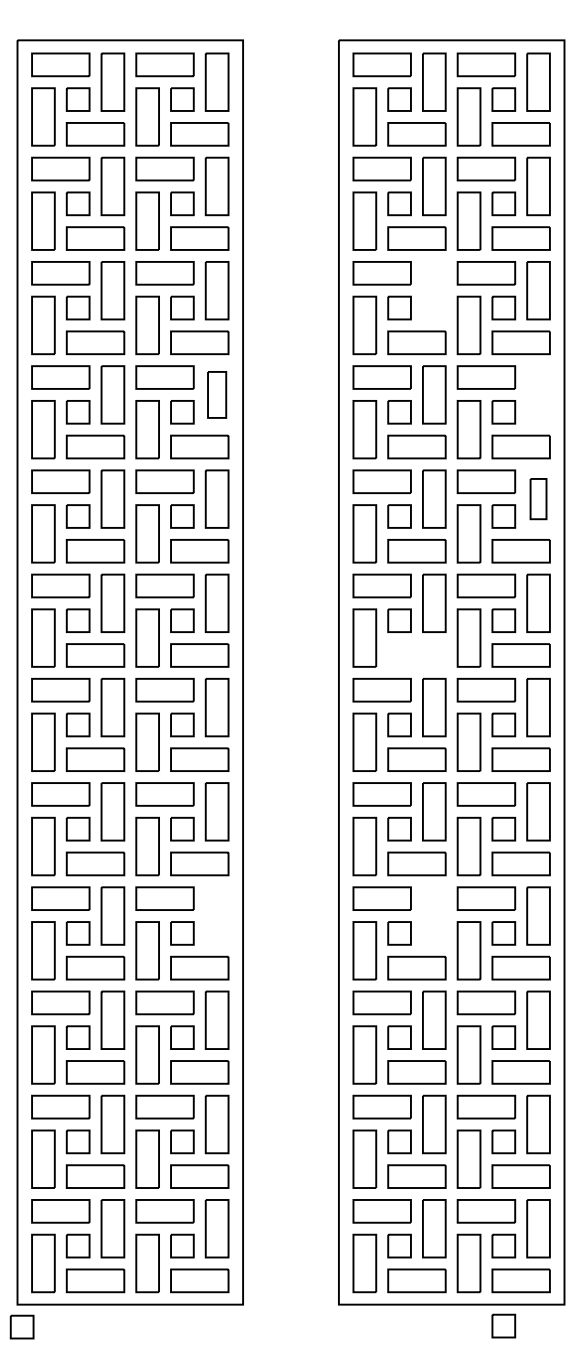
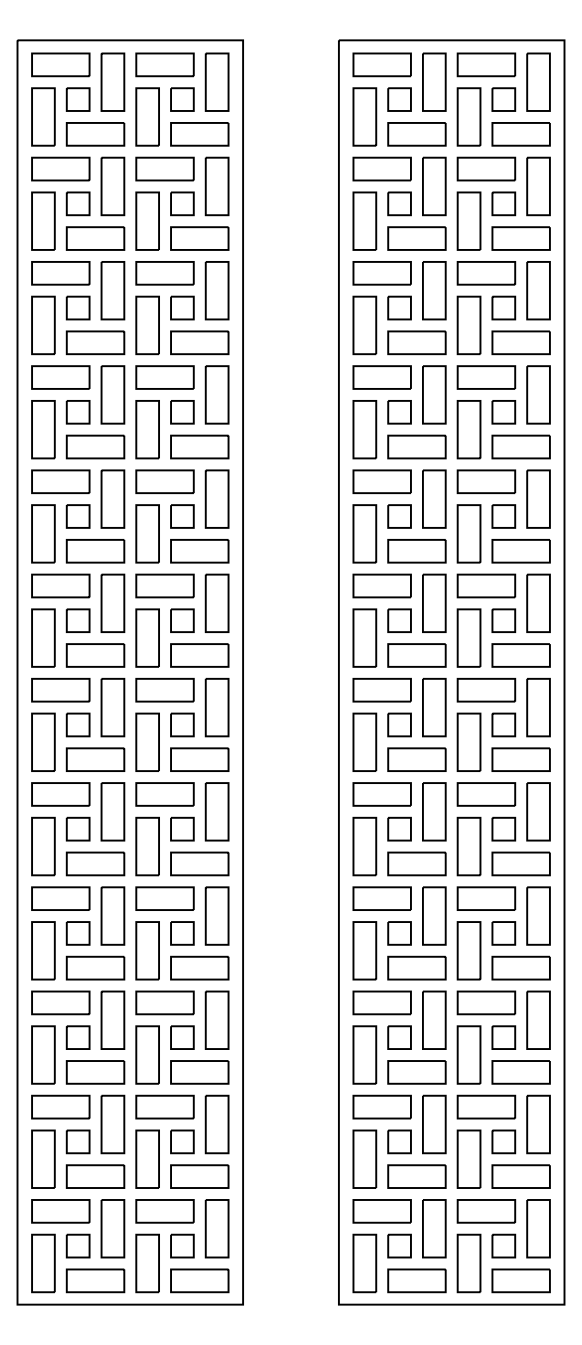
part at (434, 290): none -> present
part at (217, 394) size: 21x48 px -> 26x60 px
part at (538, 394): none -> present
part at (538, 499) size: 19x43 px -> 25x60 px
part at (416, 655): none -> present
part at (216, 915): none -> present
part at (434, 915): none -> present
part at (503, 1325): present -> none
part at (21, 1326): present -> none
